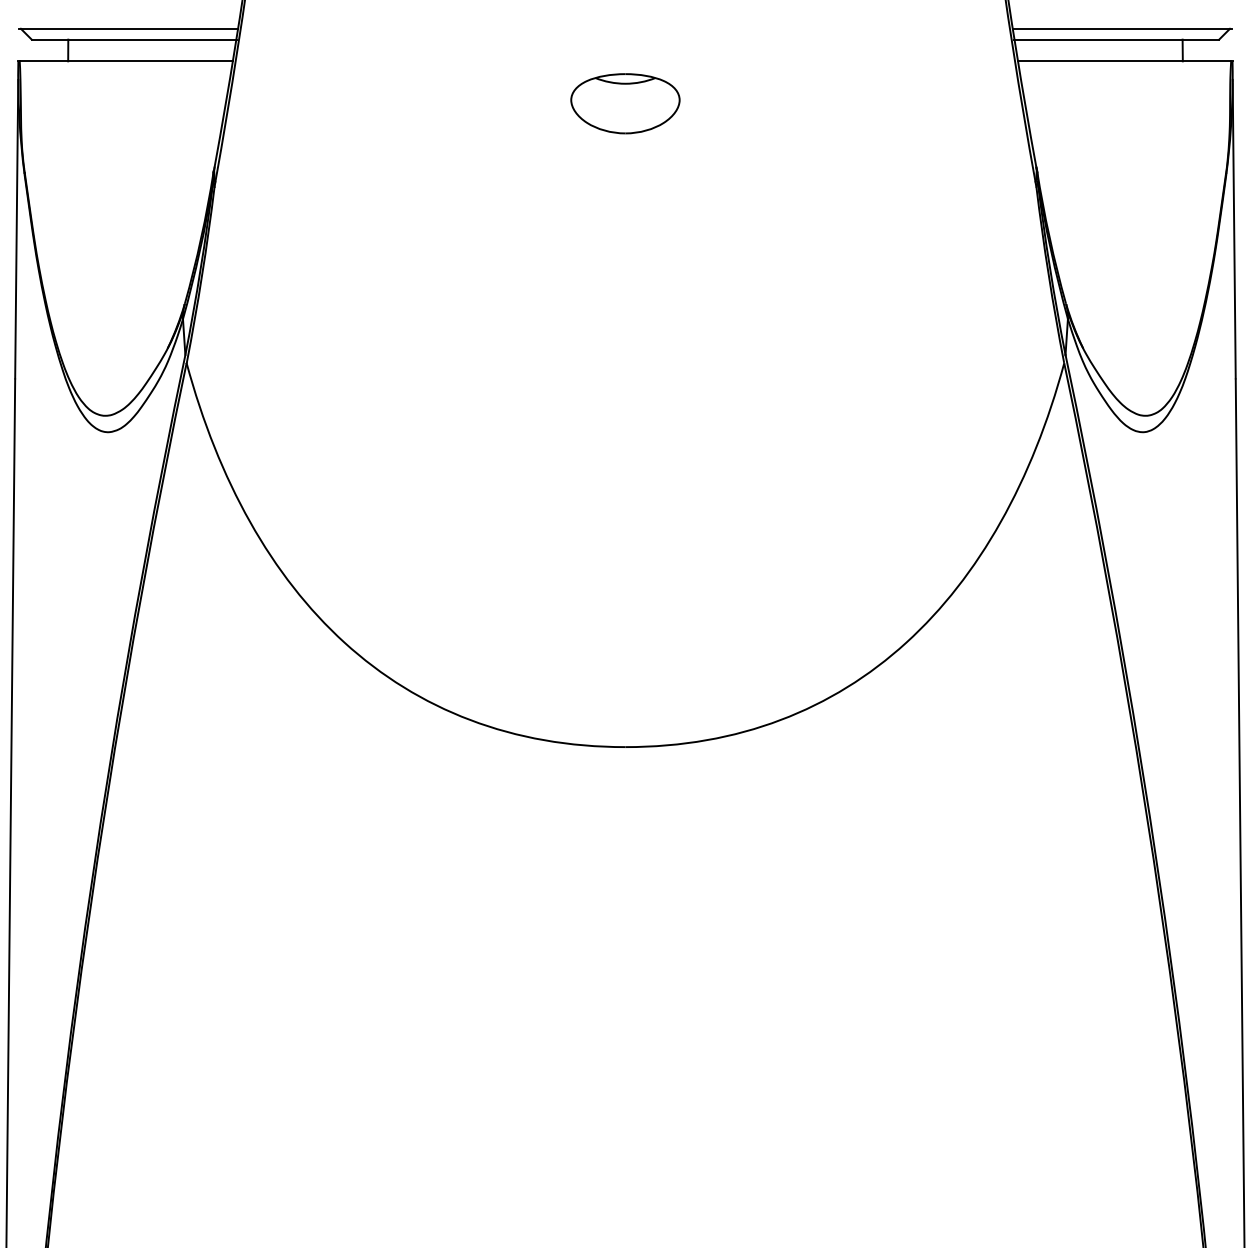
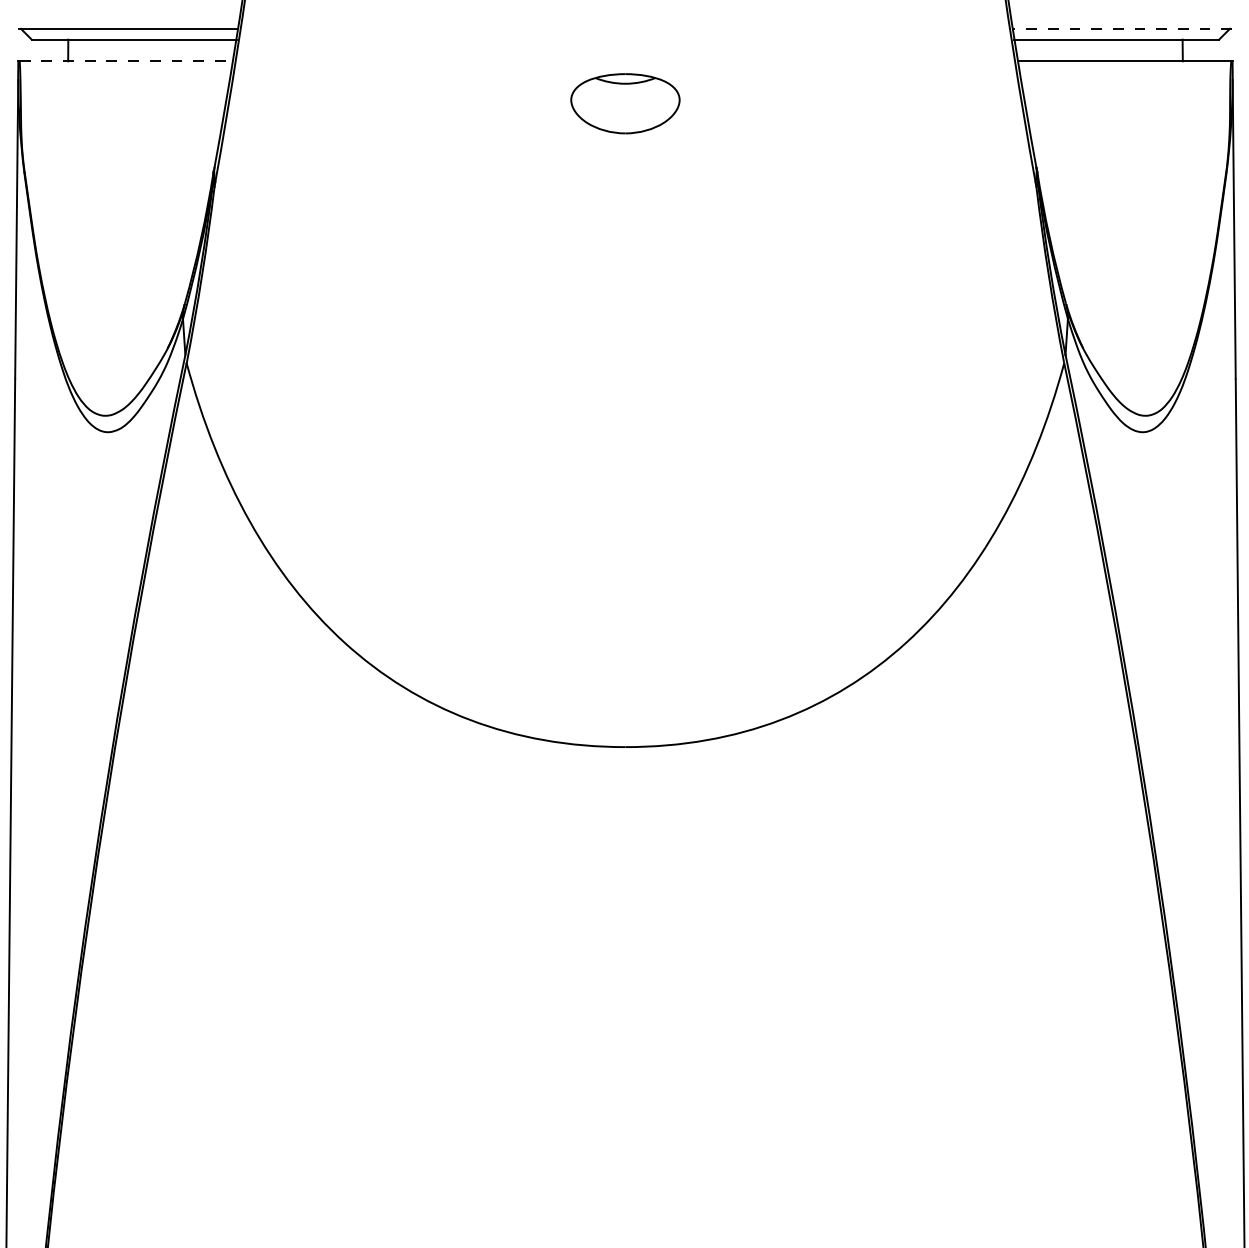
line at (1122, 28): solid -> dashed
line at (126, 61): solid -> dashed
